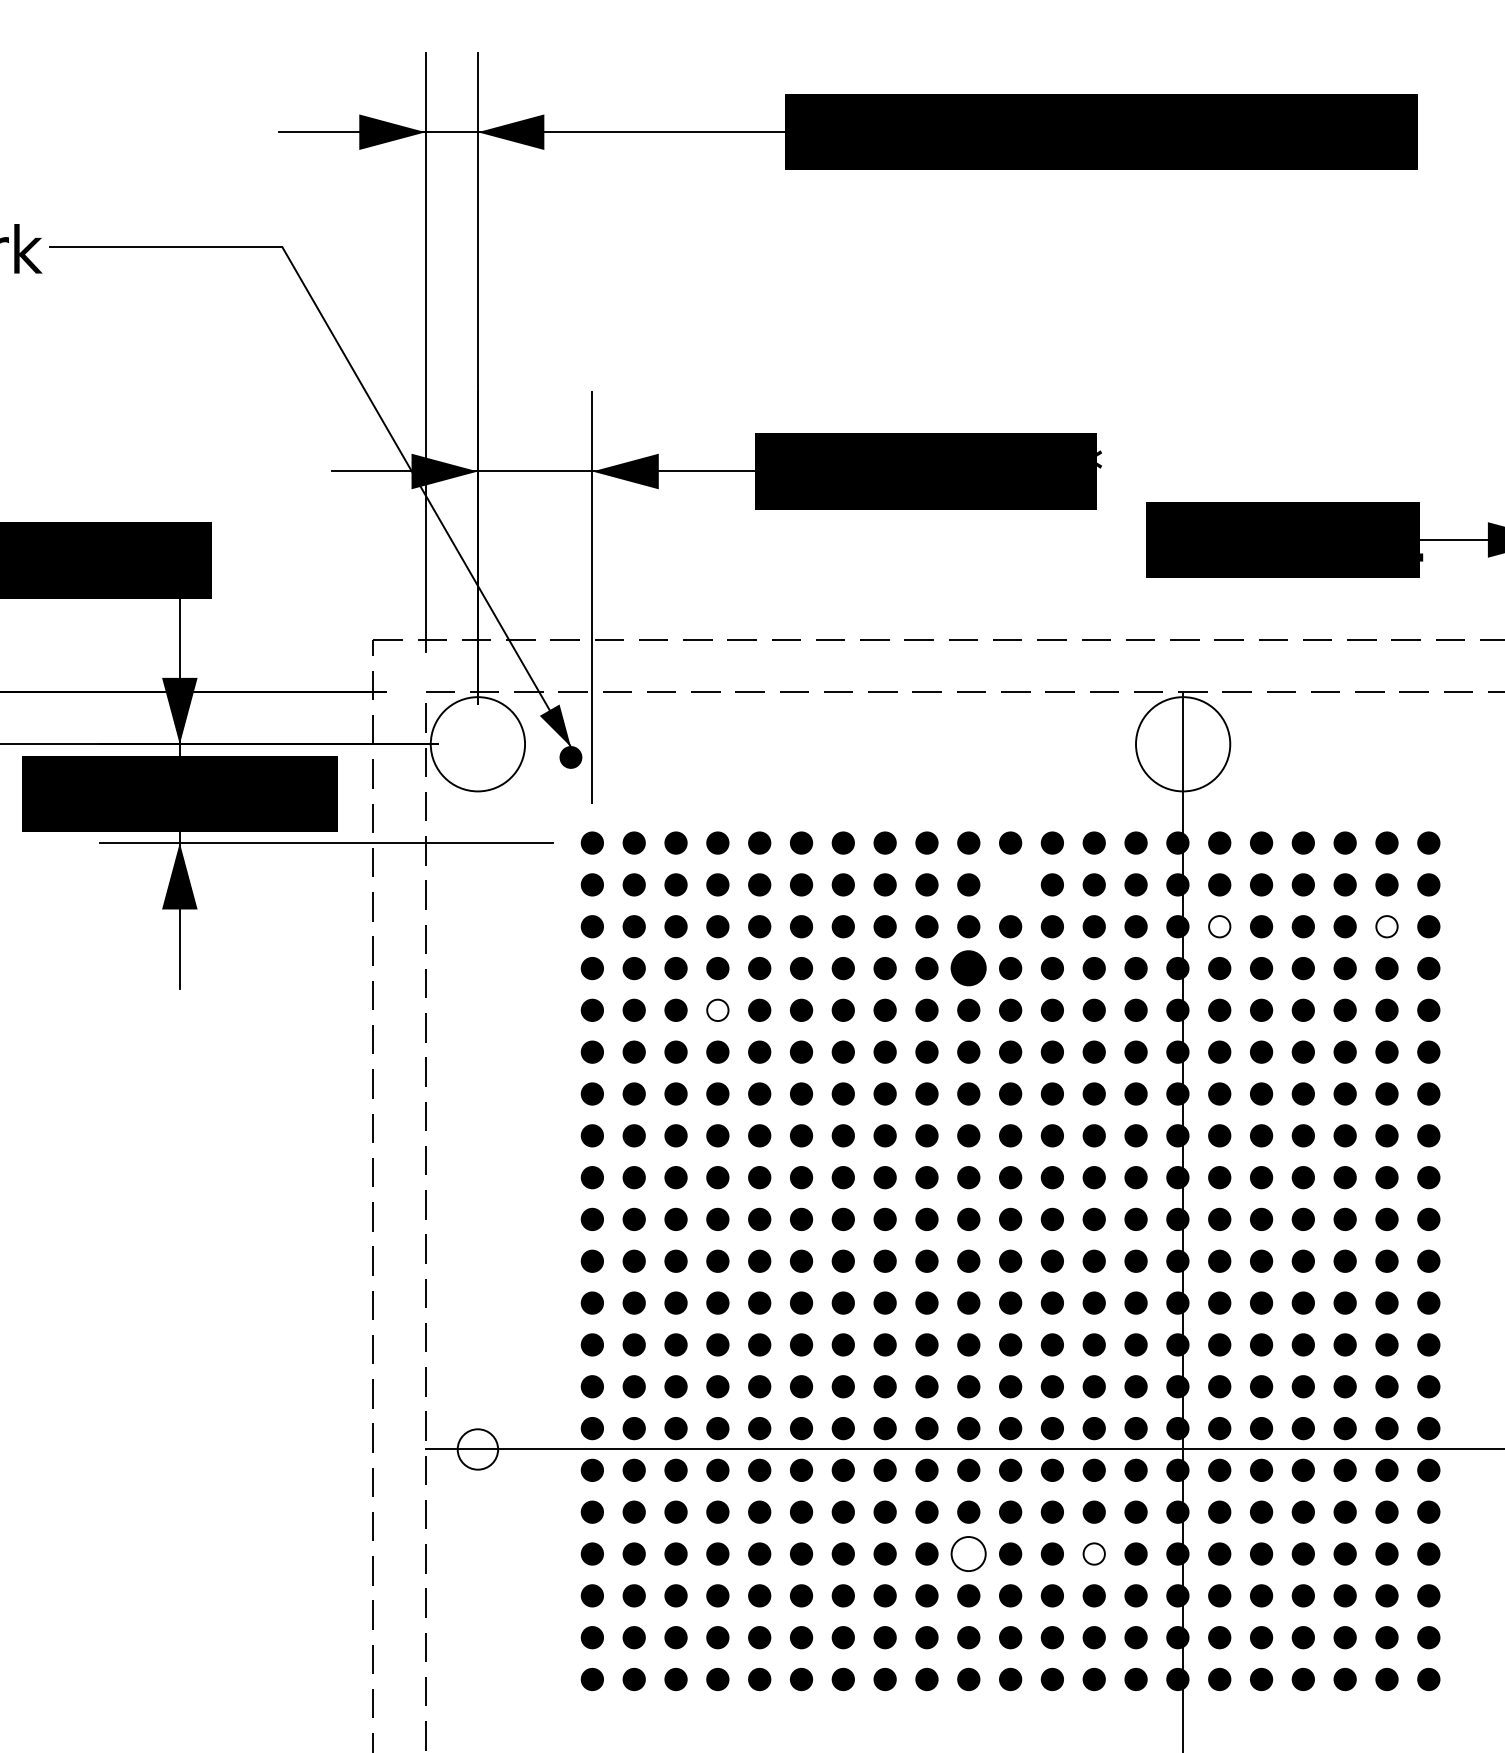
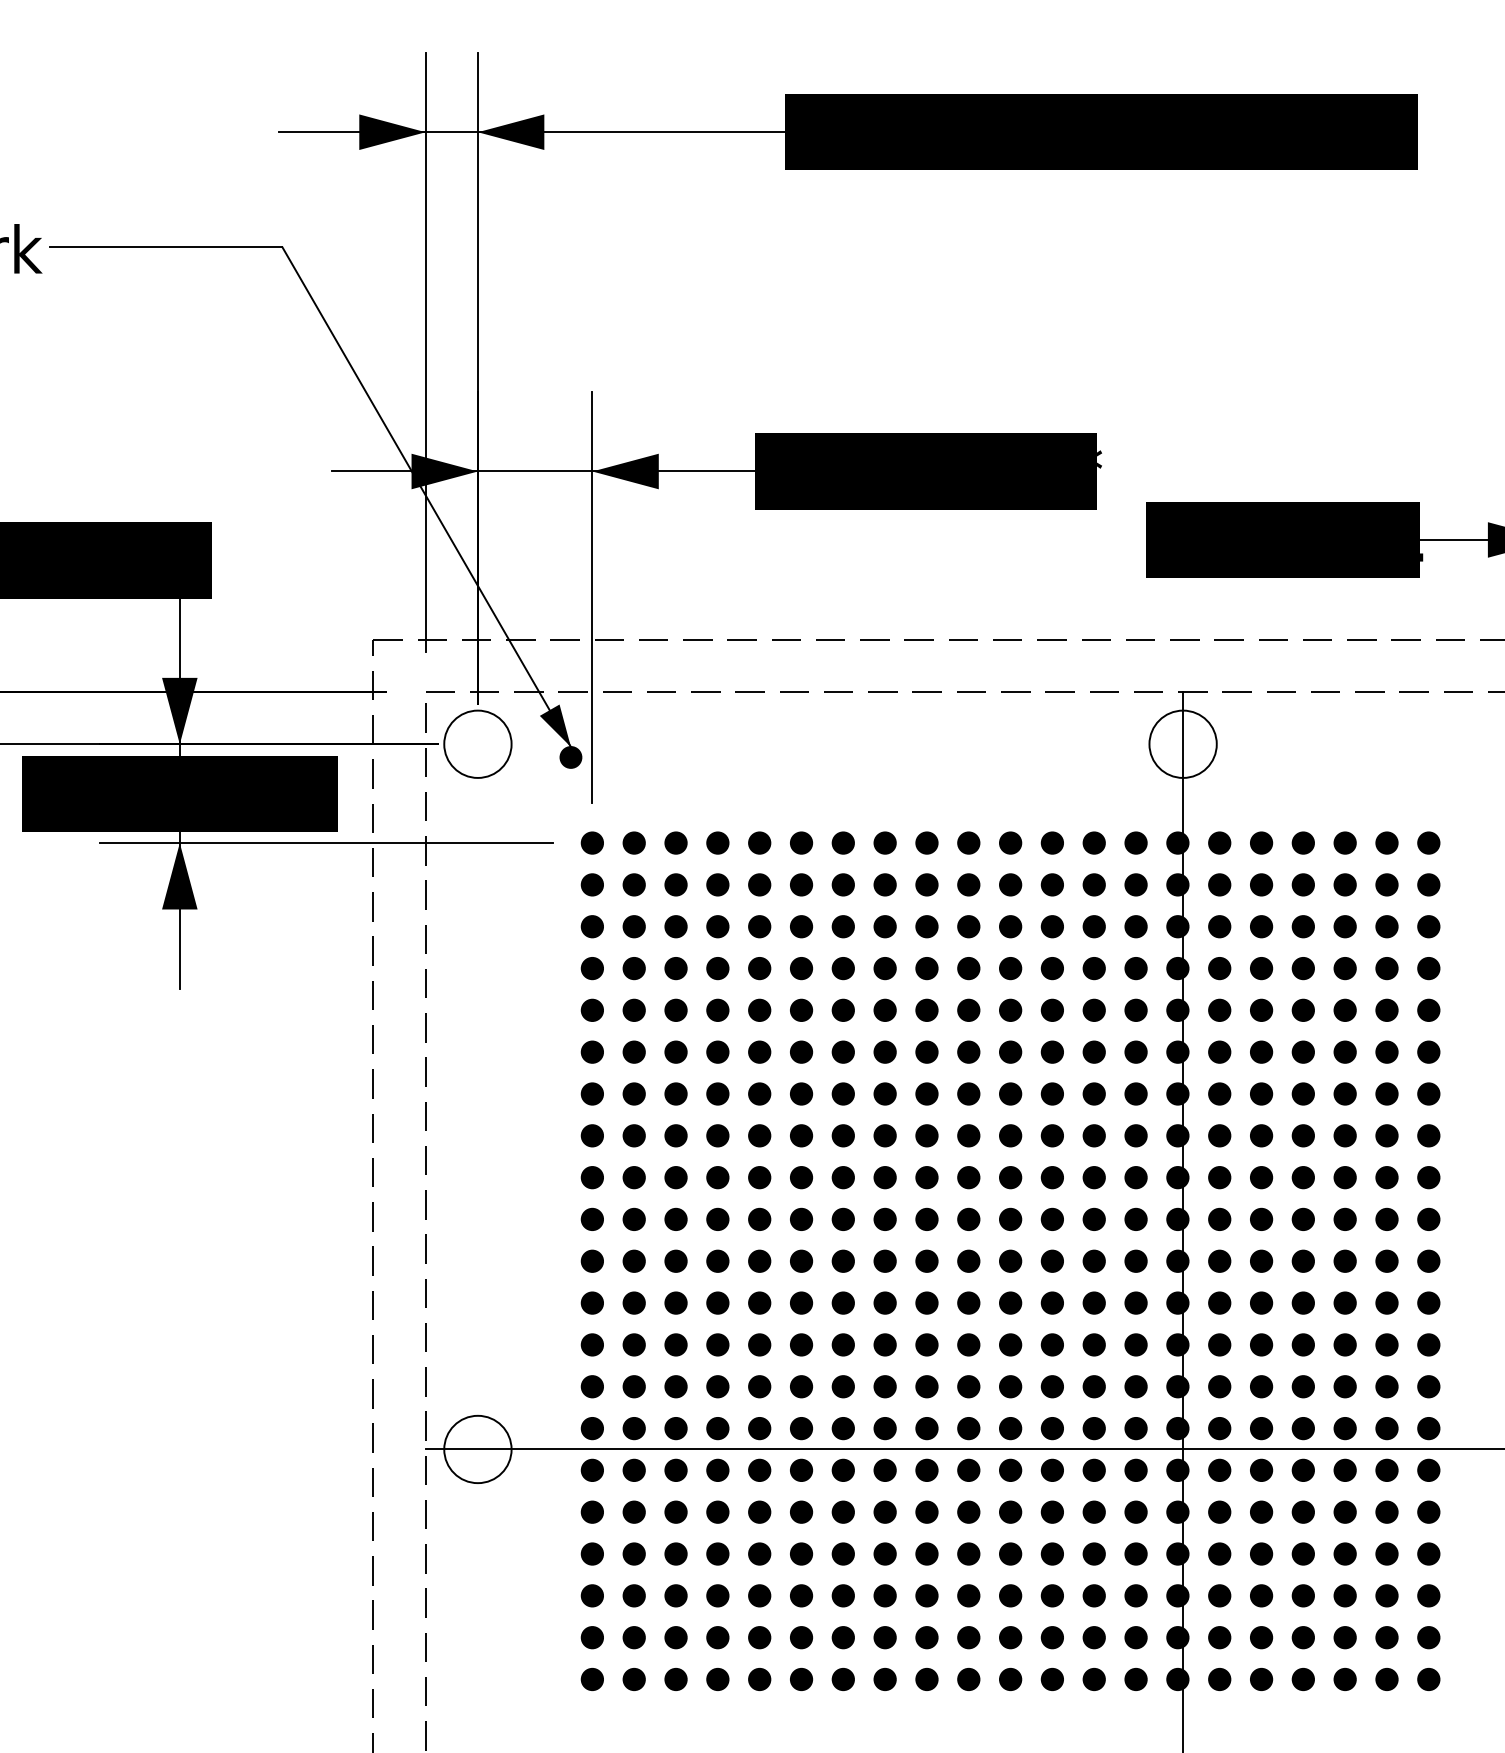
circle at (477, 744) diameter: 94 px -> 67 px
circle at (1182, 744) diameter: 94 px -> 67 px
part at (1010, 884): none -> present
fill at (1219, 926): none -> present
fill at (1386, 926): none -> present
part at (968, 968) size: 37x37 px -> 24x24 px
fill at (717, 1010): none -> present
circle at (477, 1449) diameter: 40 px -> 67 px
part at (968, 1553) size: 37x36 px -> 24x24 px
fill at (1093, 1553): none -> present
